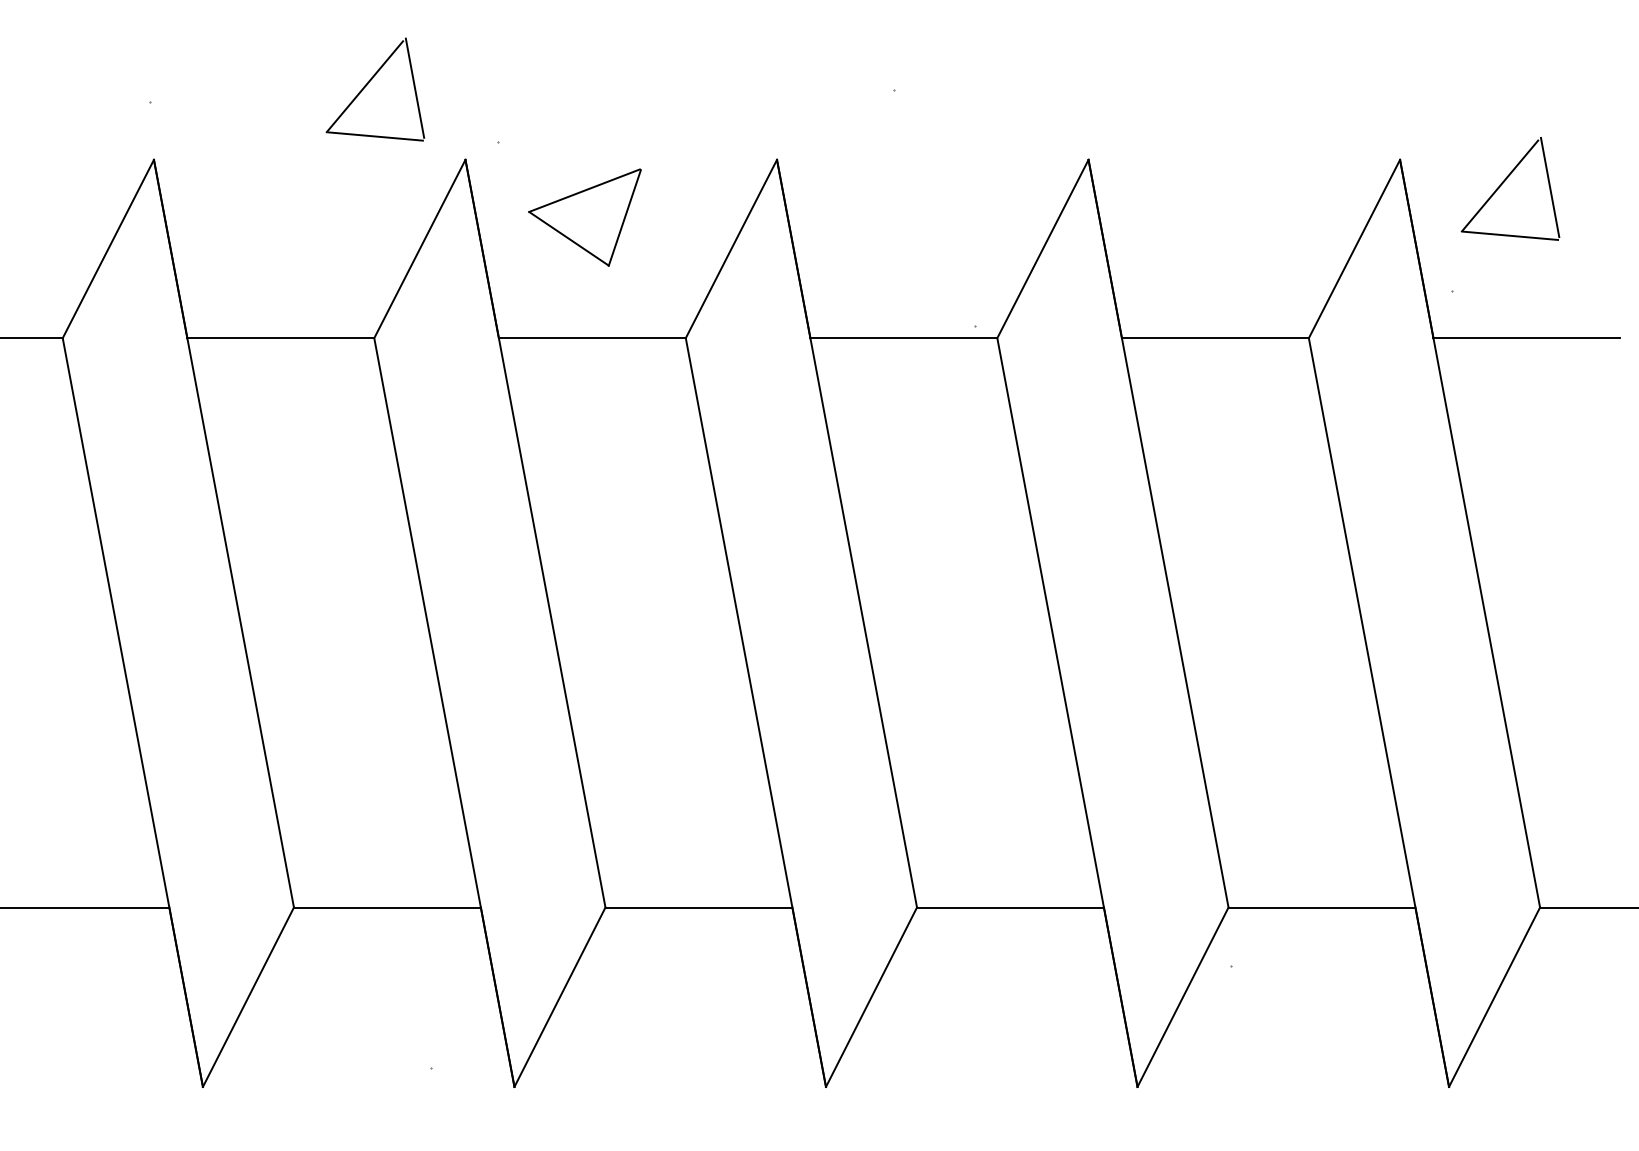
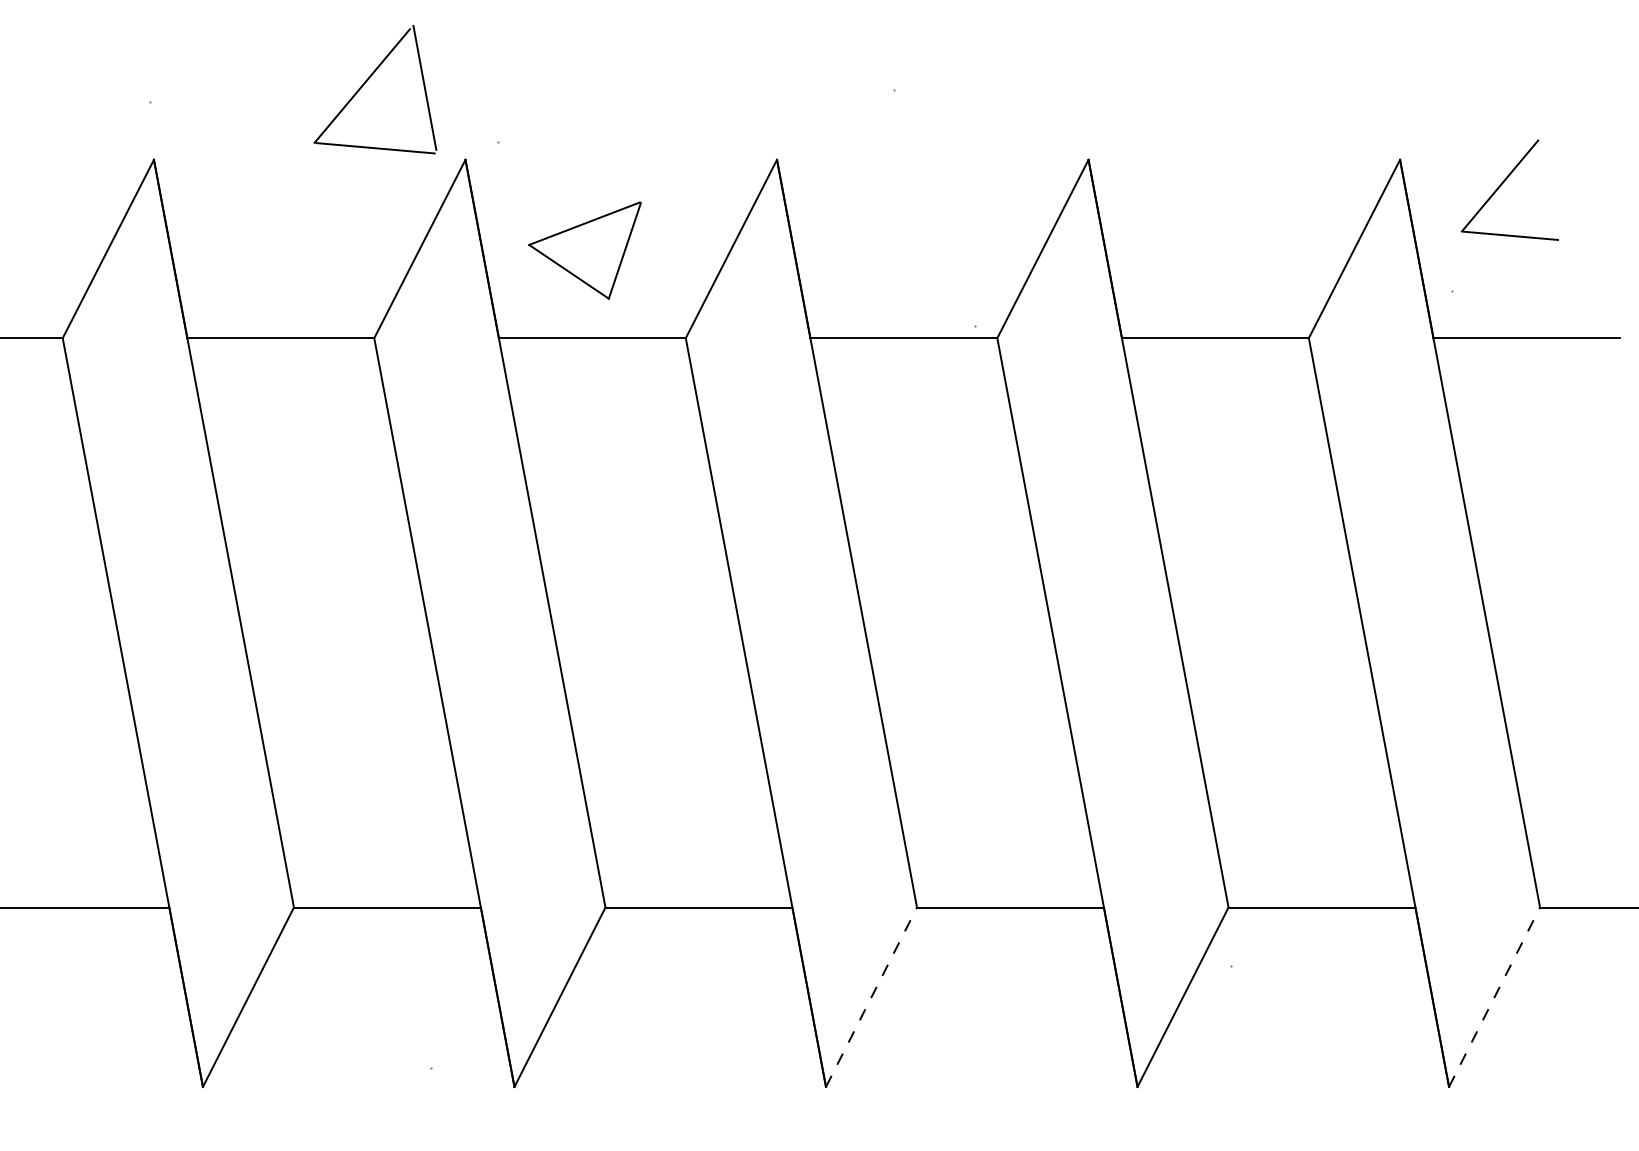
part at (375, 89) size: 101x105 px -> 125x130 px
line at (1549, 187): present -> none
part at (584, 217) position: (584, 217) -> (584, 250)
line at (871, 997): solid -> dashed
line at (1494, 997): solid -> dashed
